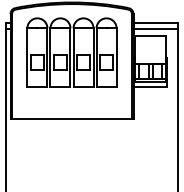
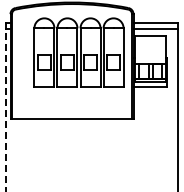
part at (71, 52) position: (71, 52) -> (78, 52)
line at (5, 109): solid -> dashed
